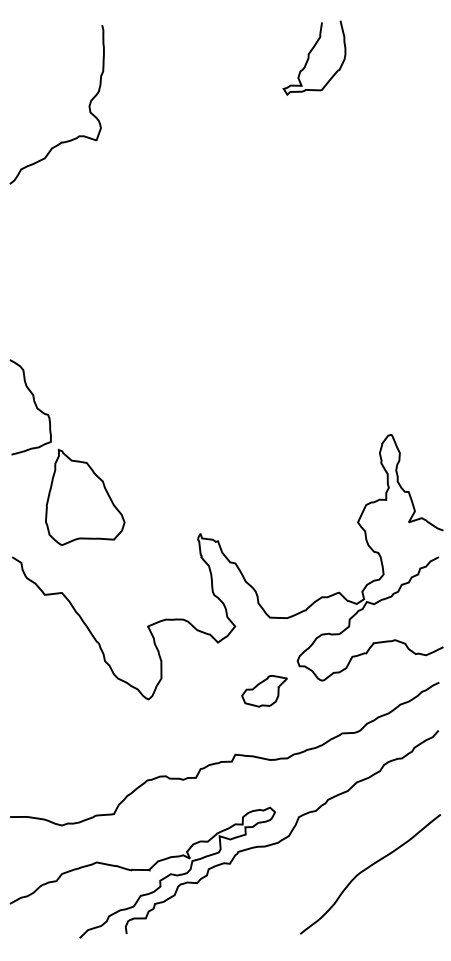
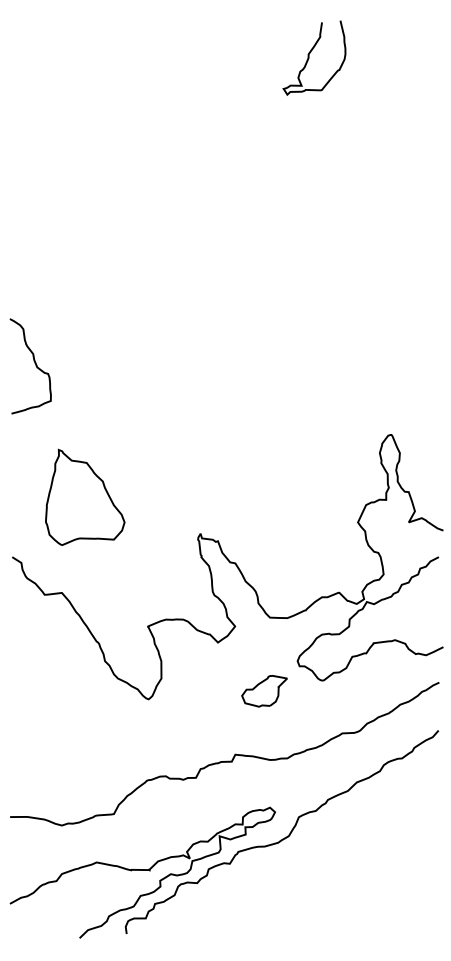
curve at (88, 105): present -> none
curve at (34, 404) position: (34, 404) -> (34, 363)
curve at (367, 869): present -> none
